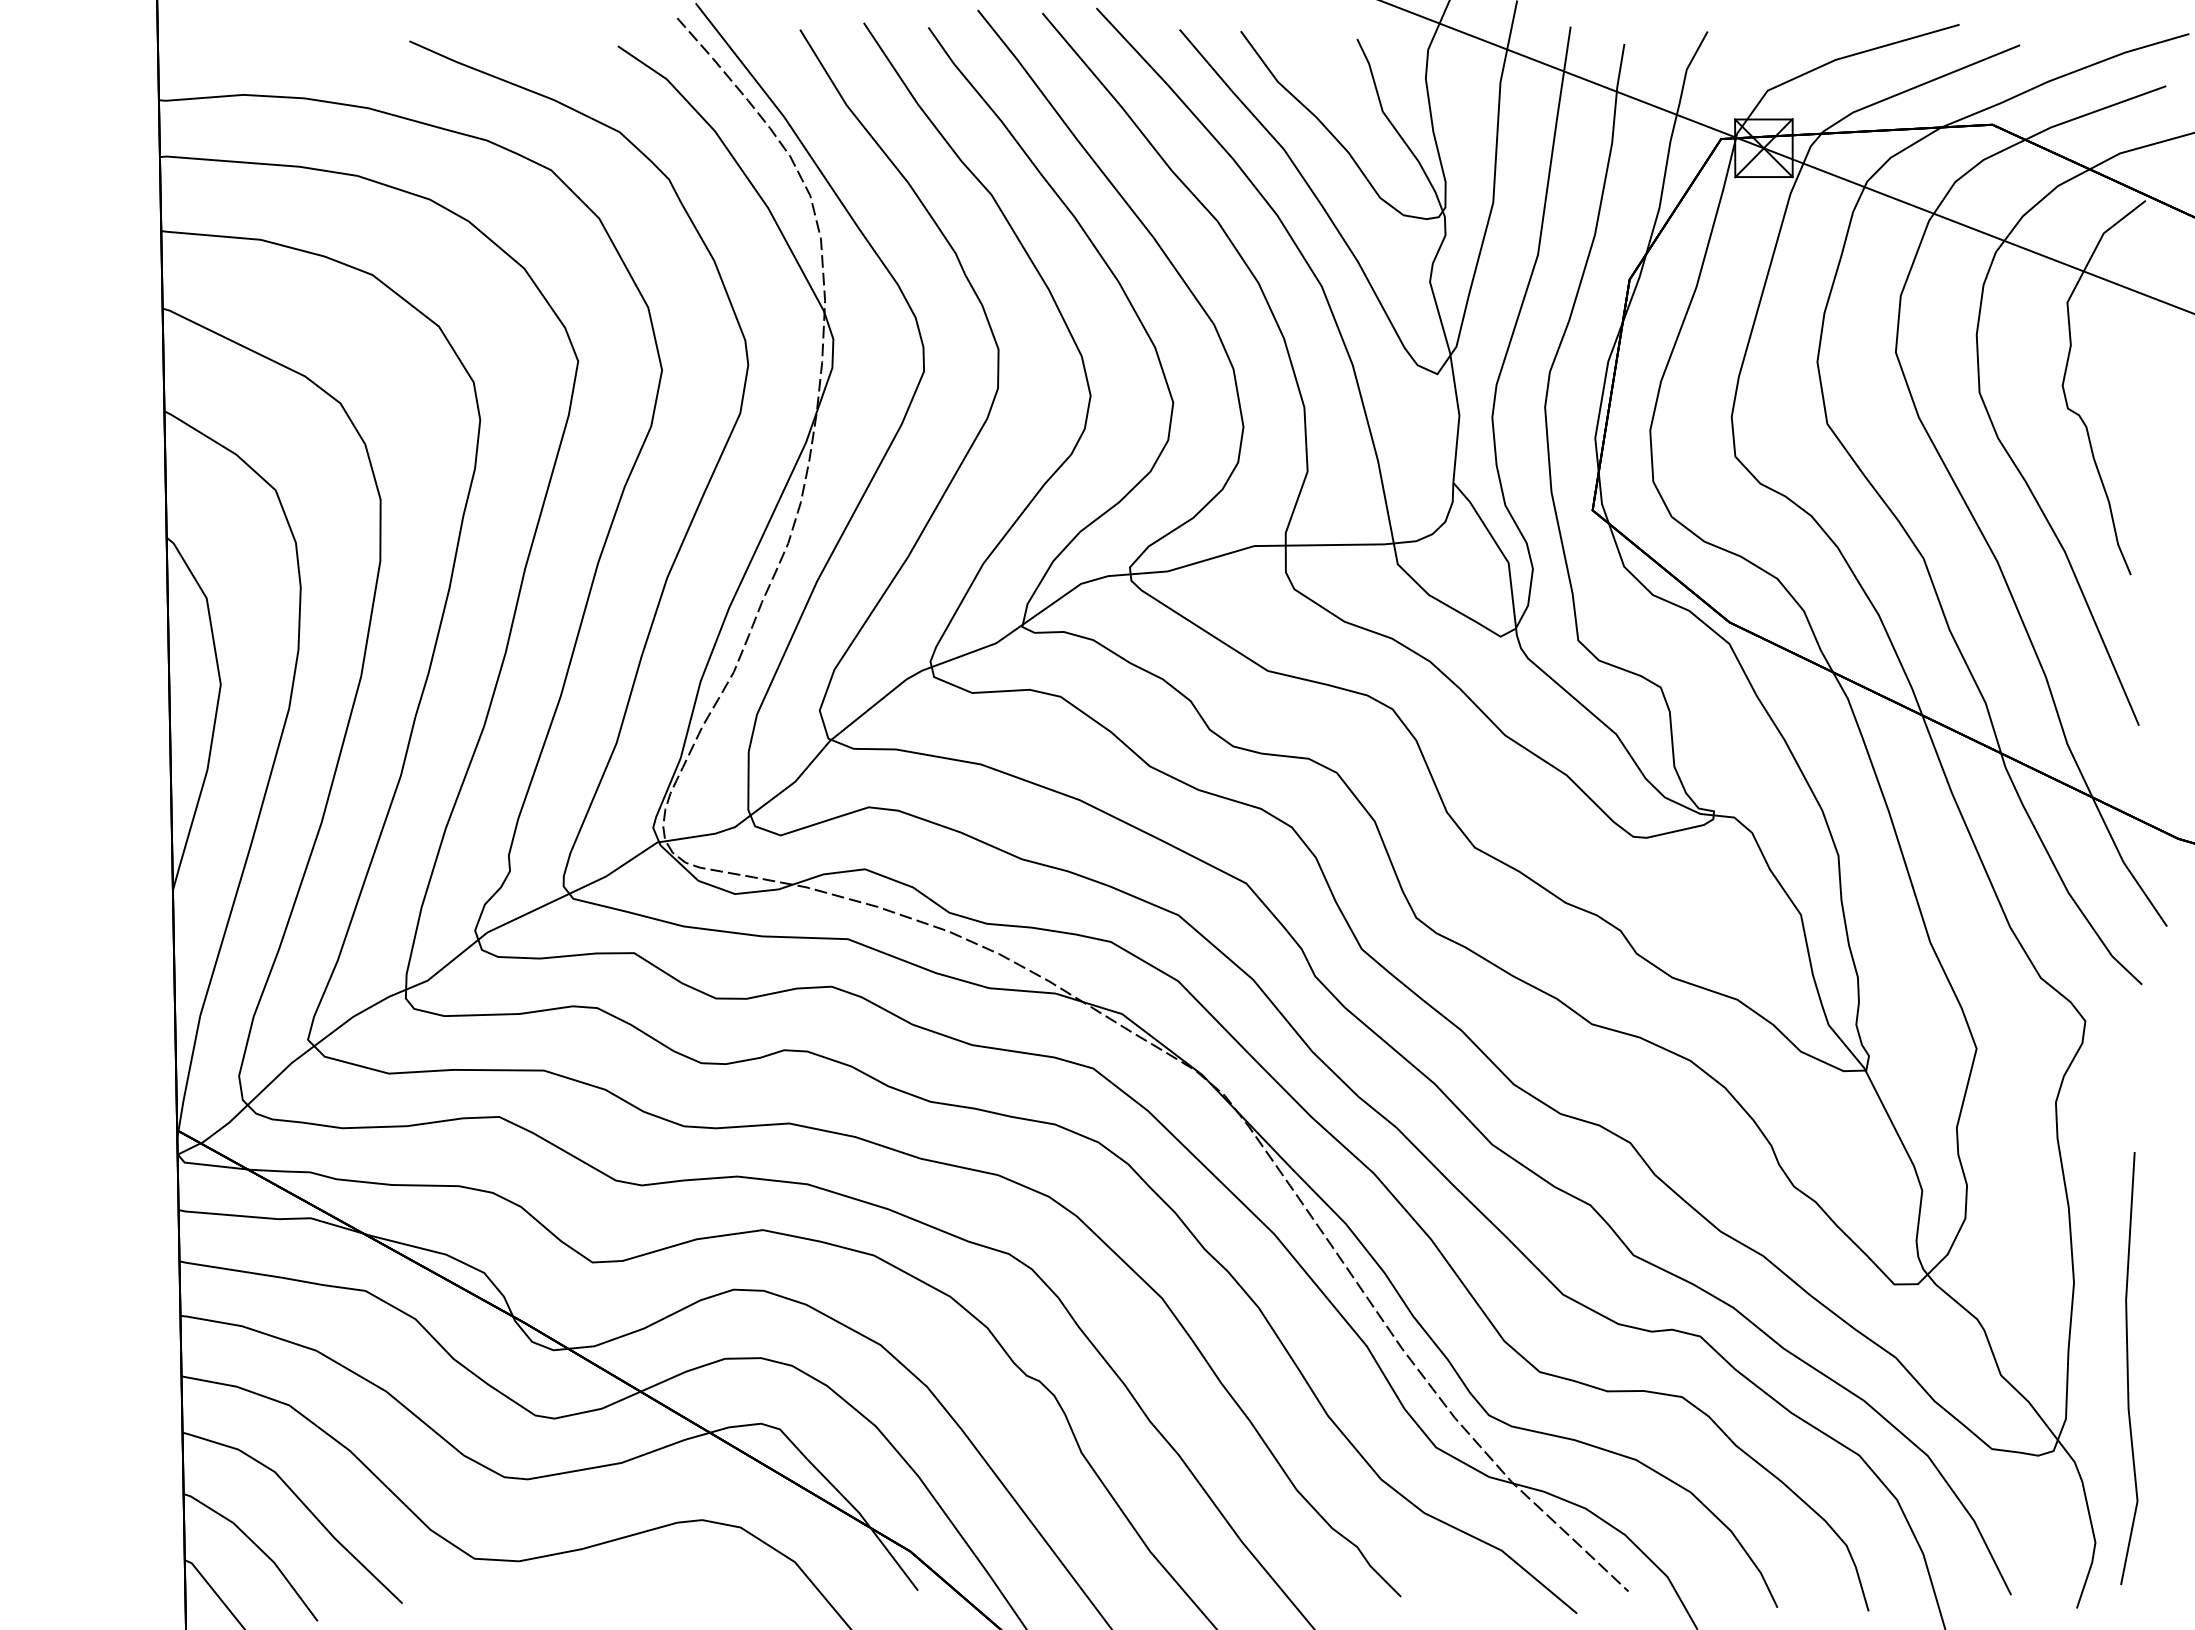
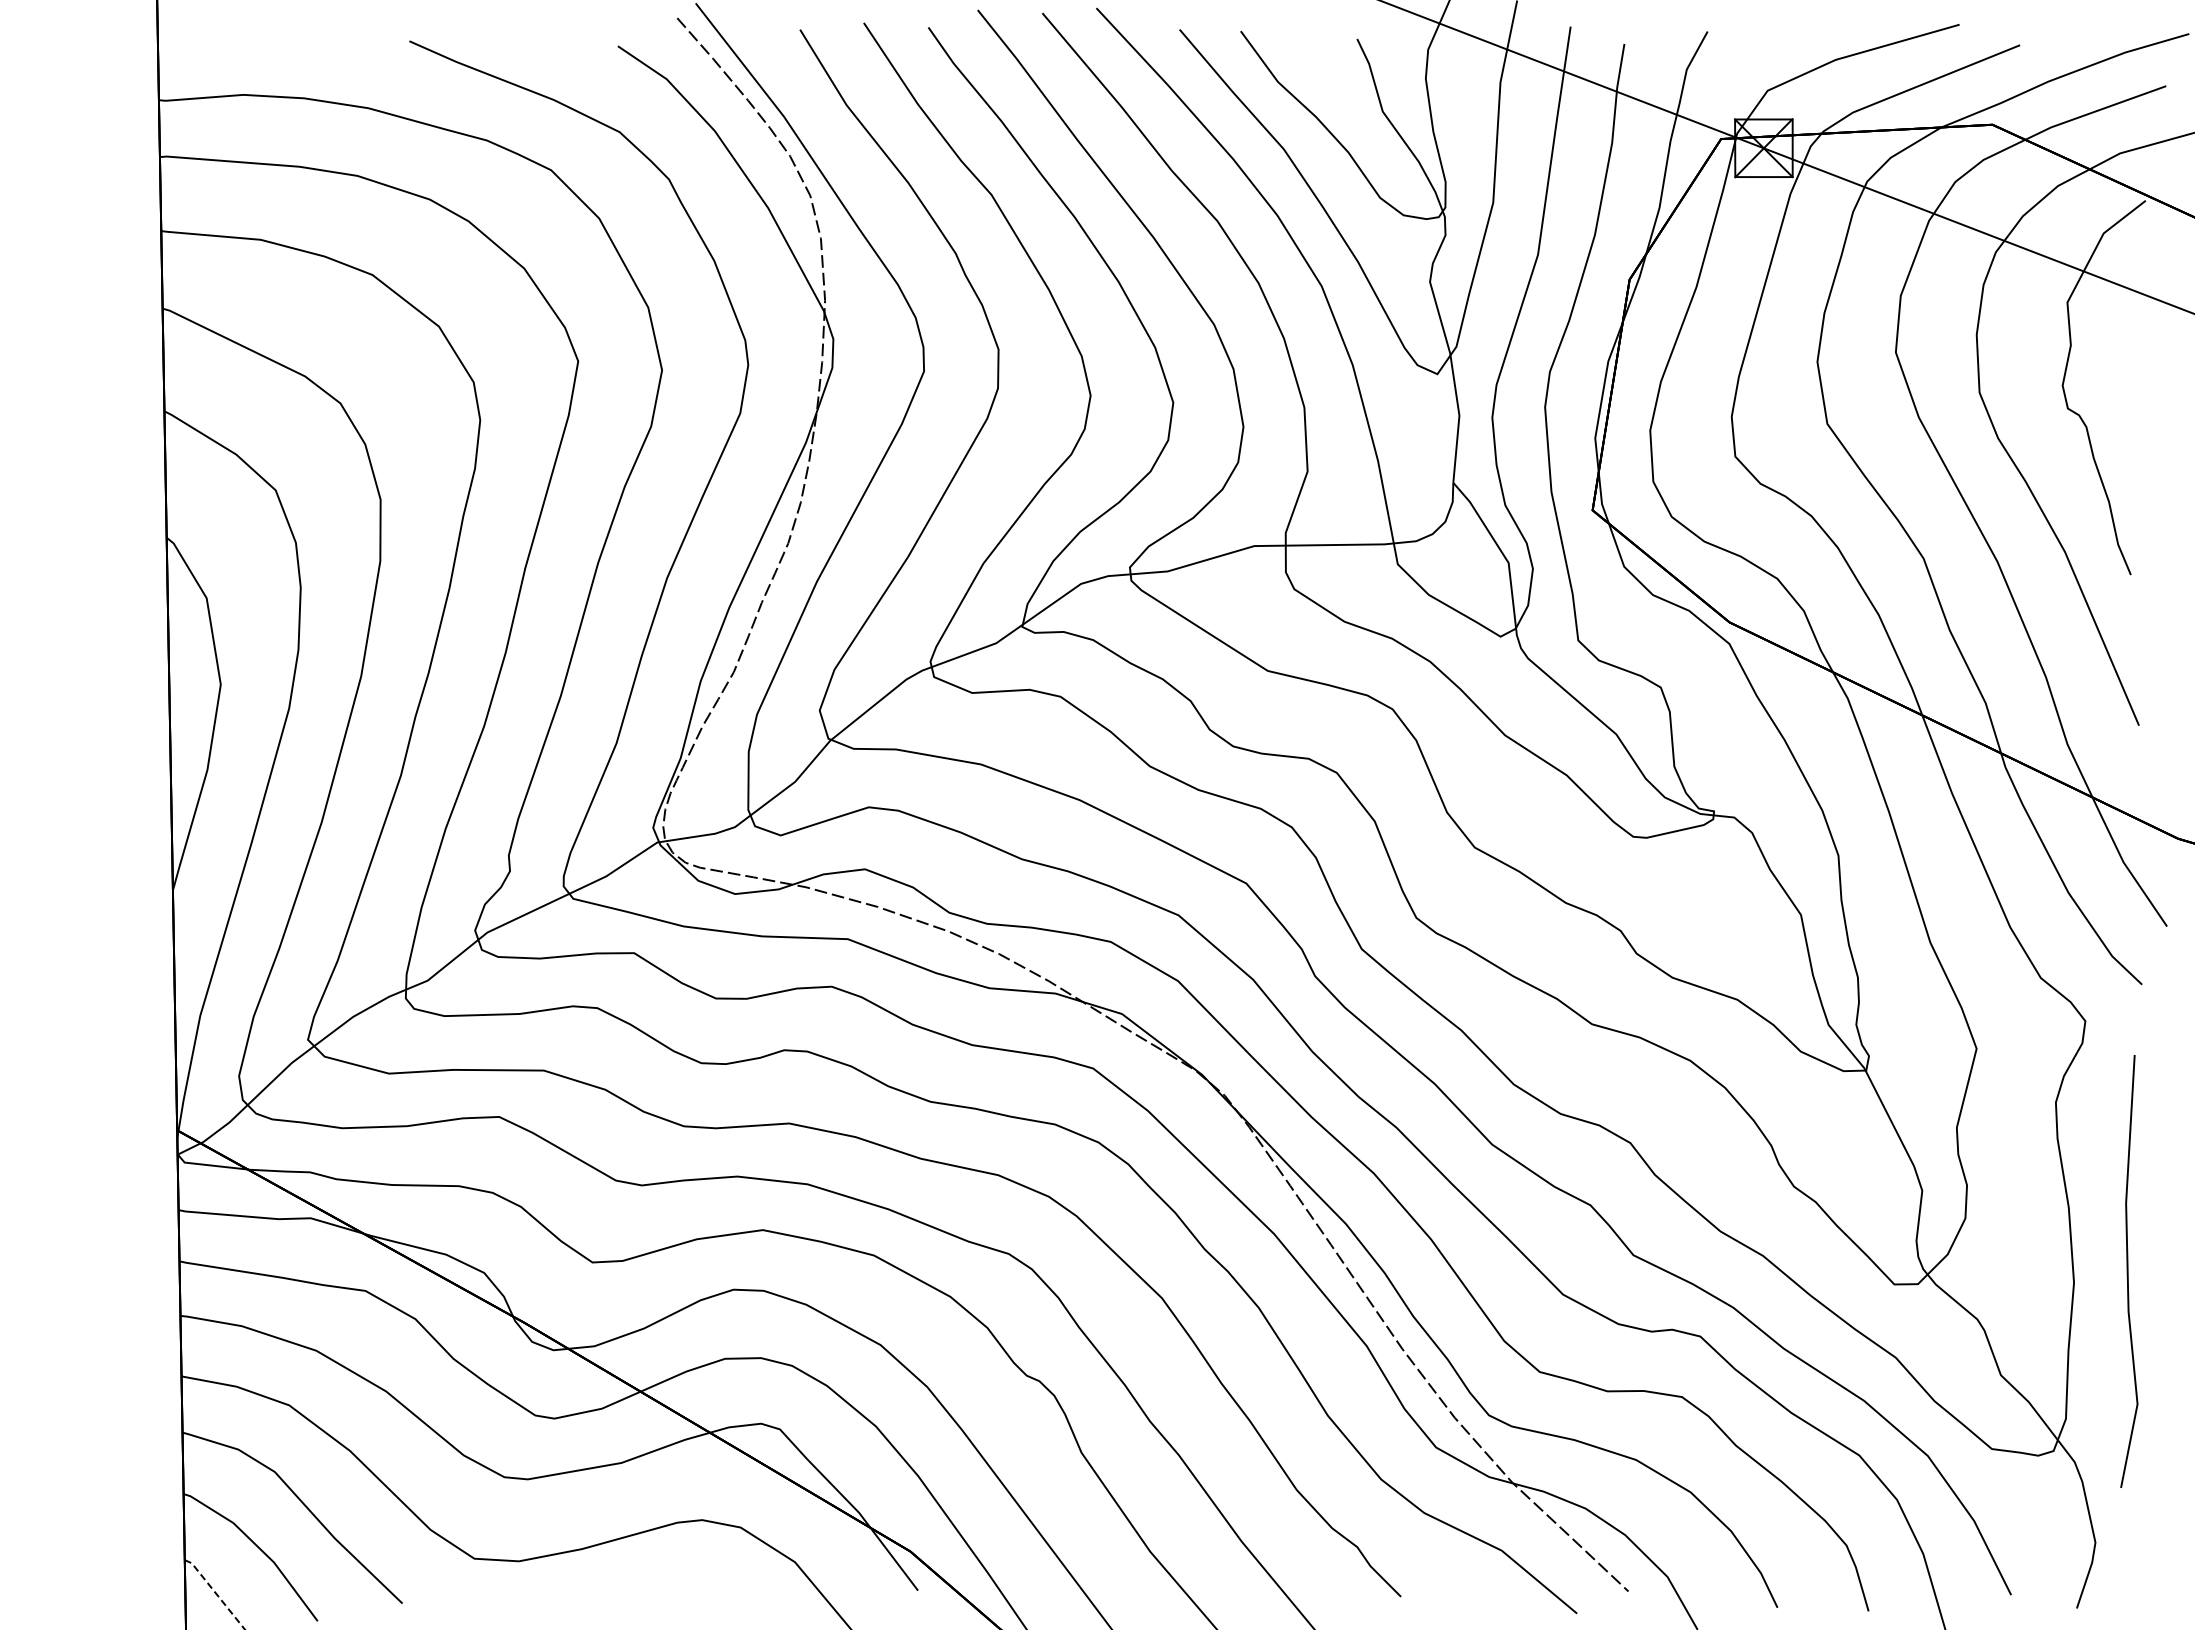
line at (2128, 1368) position: (2128, 1368) -> (2128, 1271)
line at (215, 1592): solid -> dashed
